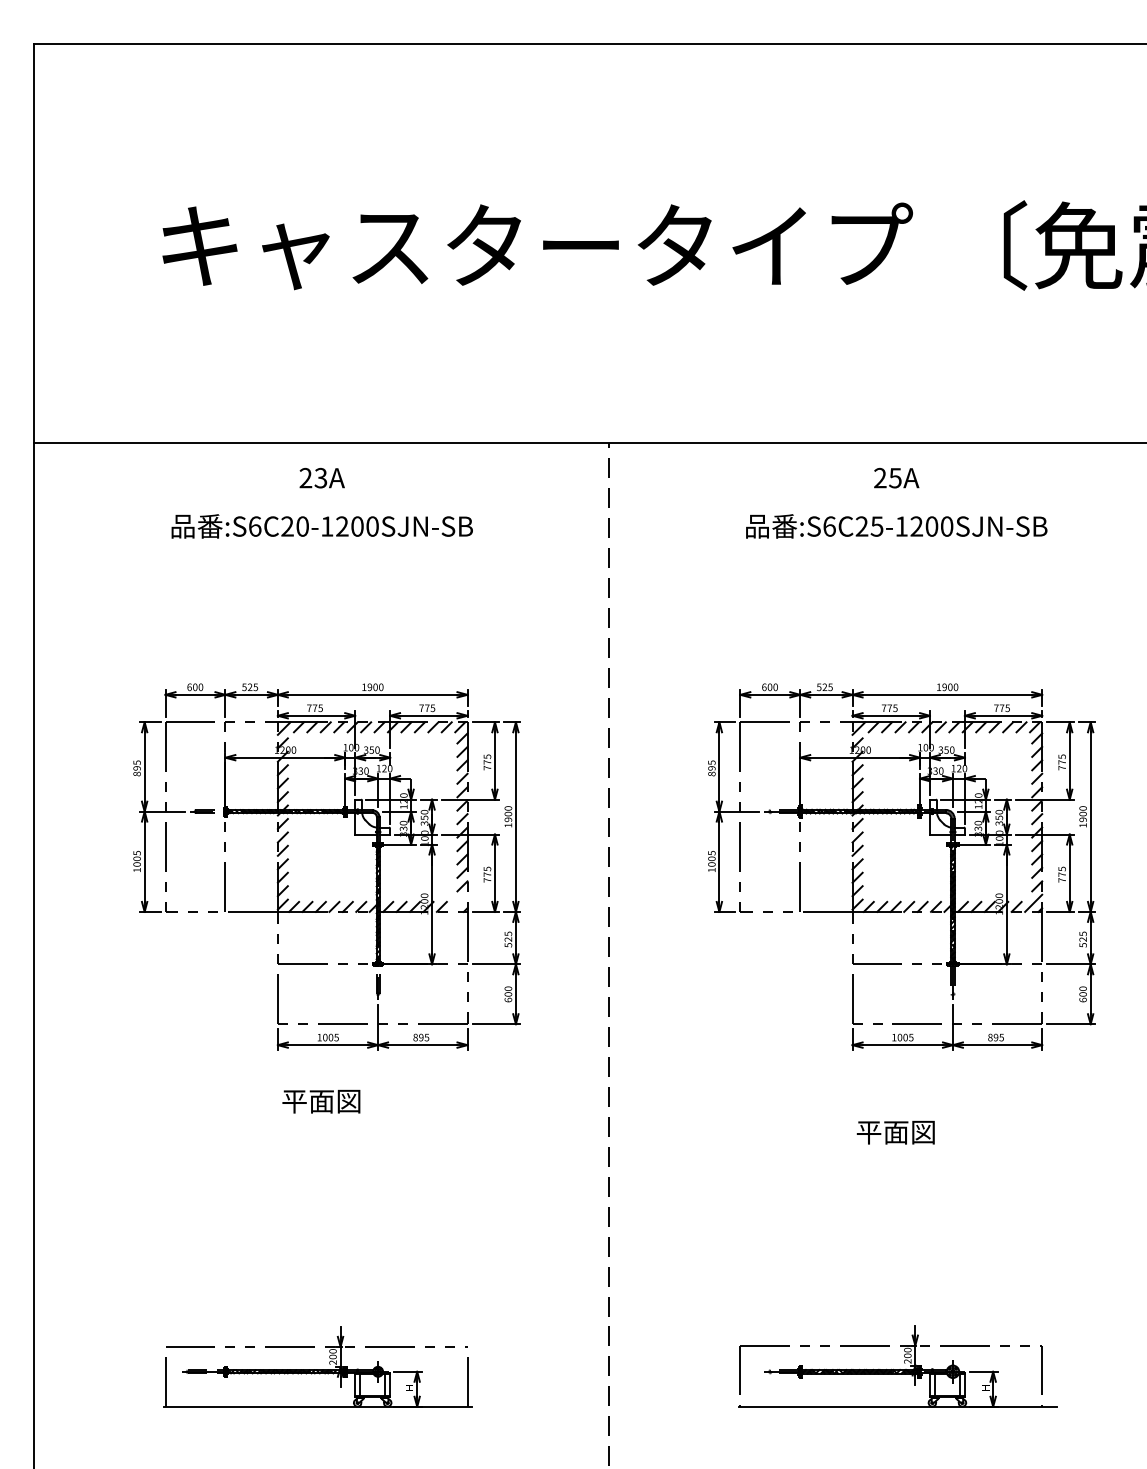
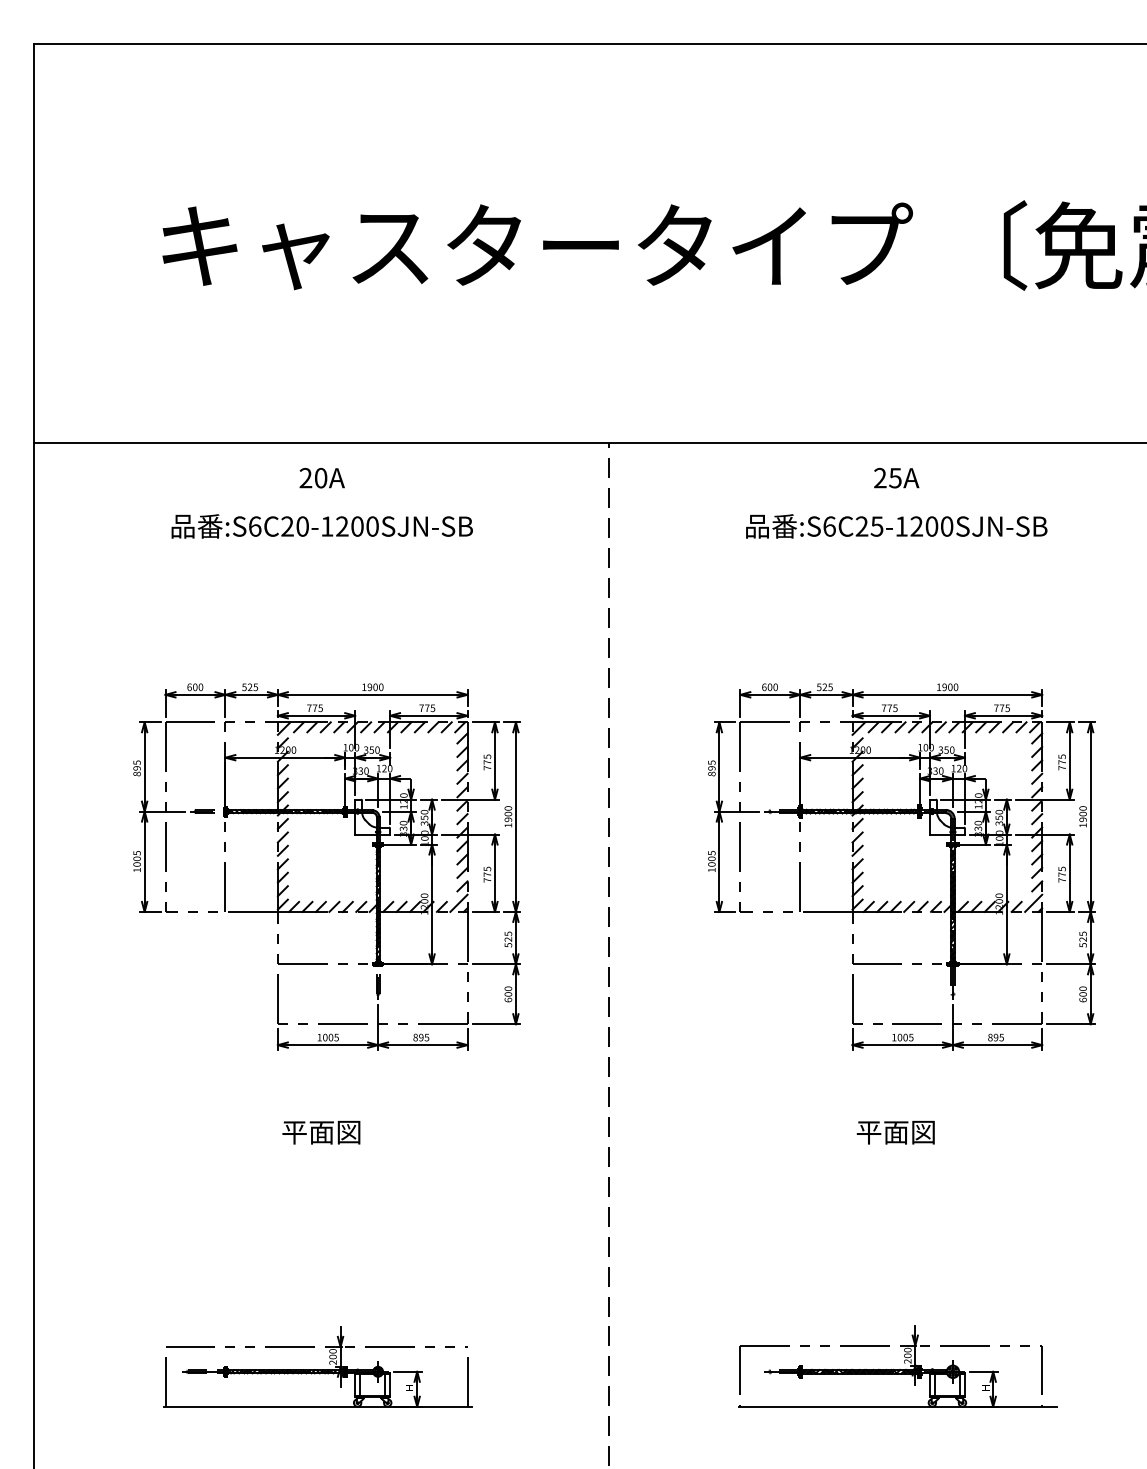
text at (320, 478): 23A -> 20A
line at (458, 902): none -> present
text at (321, 1101) position: (321, 1101) -> (321, 1132)
